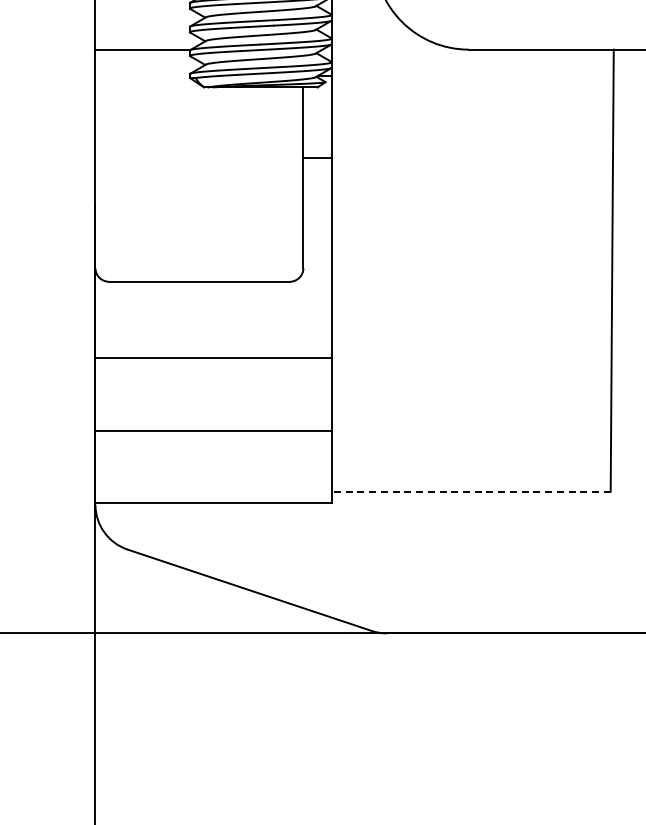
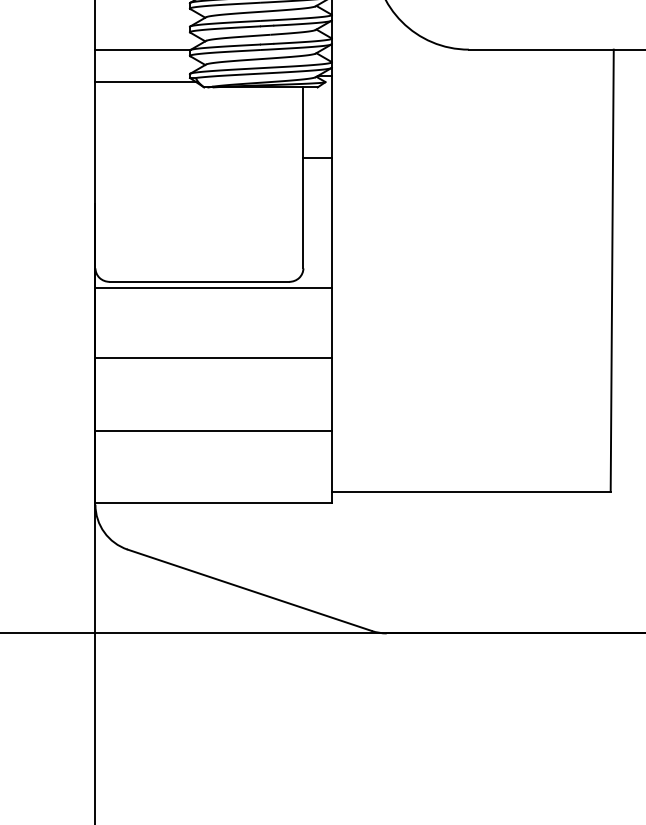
line at (145, 81): none -> present
line at (213, 288): none -> present
line at (470, 491): dashed -> solid
